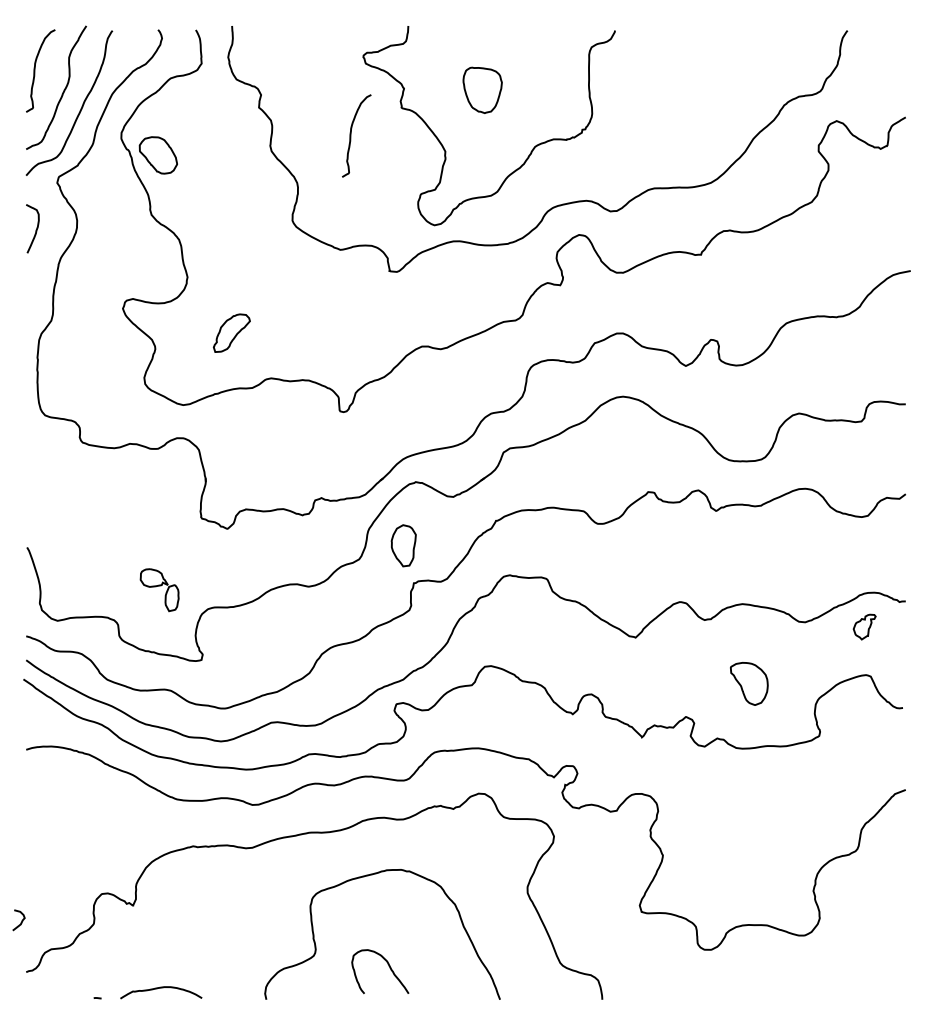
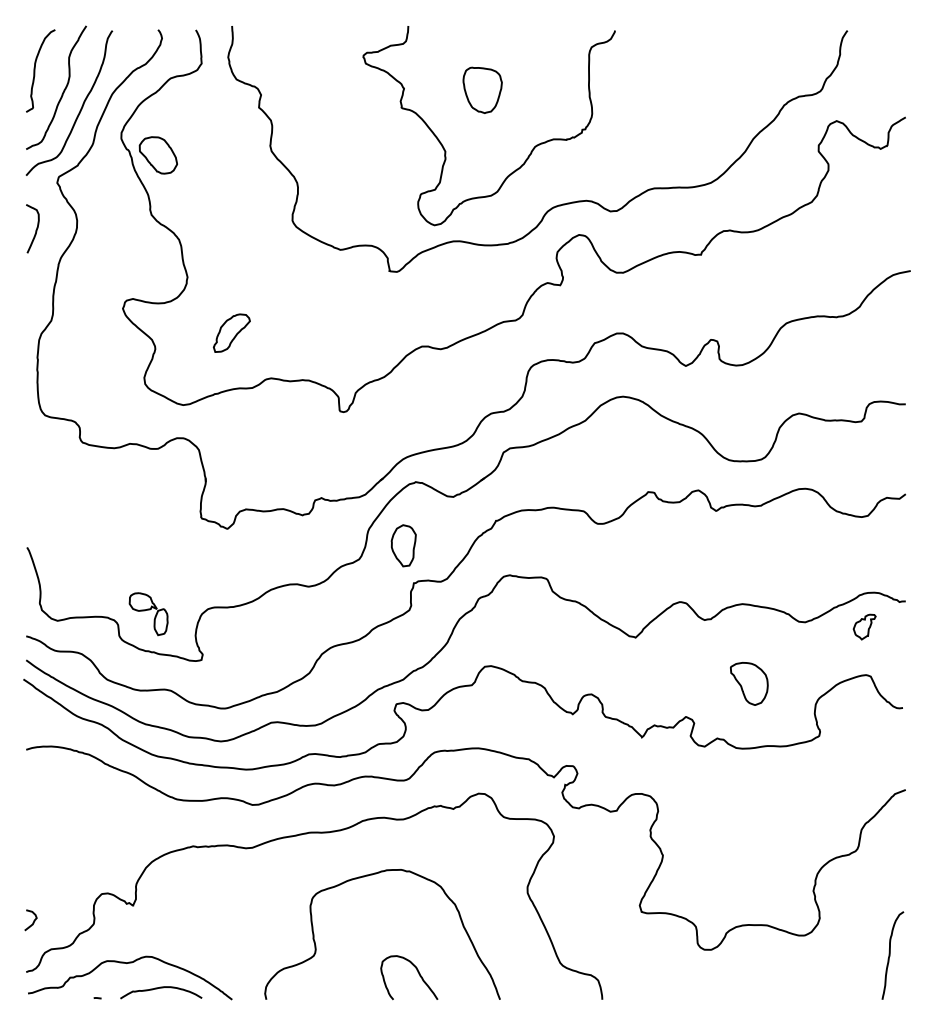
curve at (351, 135): present -> none
part at (159, 590) position: (159, 590) -> (148, 614)
curve at (20, 922) position: (20, 922) -> (32, 922)
curve at (890, 955): none -> present
curve at (130, 963): none -> present
curve at (388, 966) position: (388, 966) -> (417, 972)
